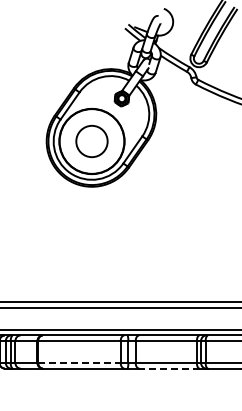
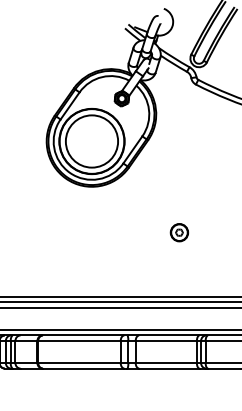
circle at (91, 141) diameter: 31 px -> 52 px
part at (178, 232): none -> present
line at (120, 297): none -> present
line at (80, 363): dashed -> solid
line at (168, 368): dashed -> solid
